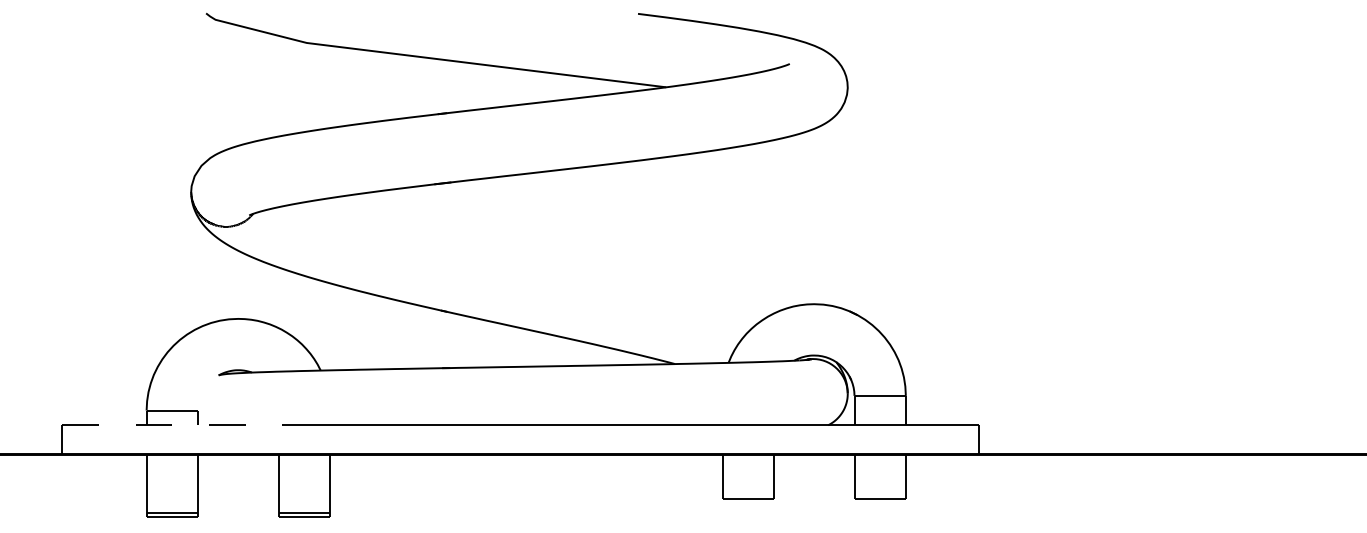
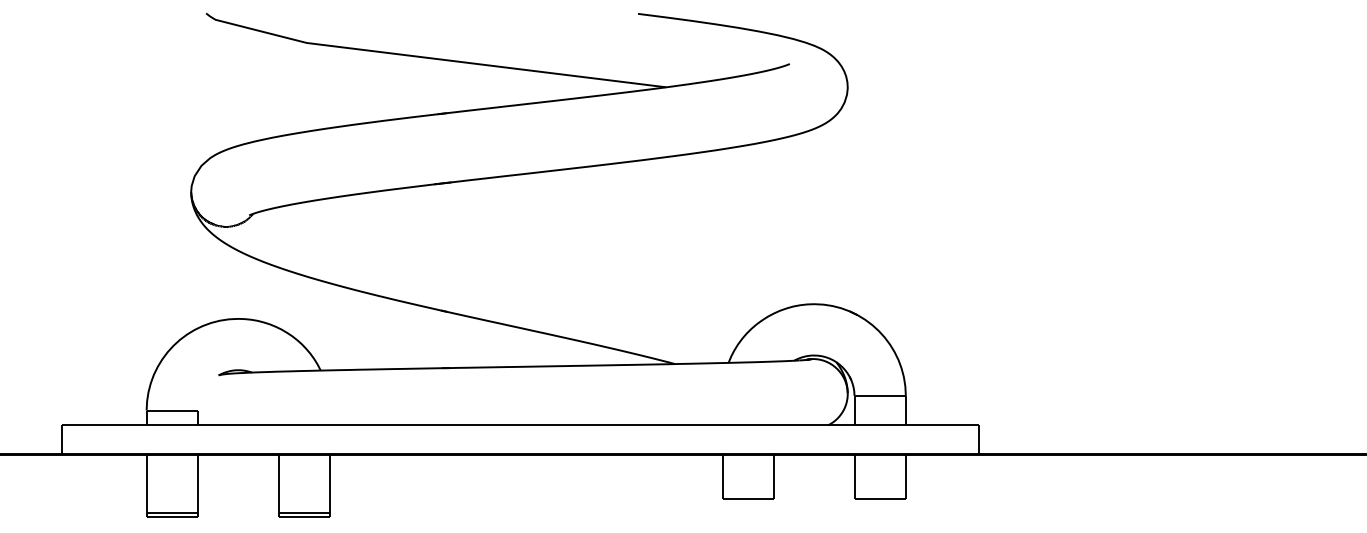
line at (172, 425): dashed -> solid
